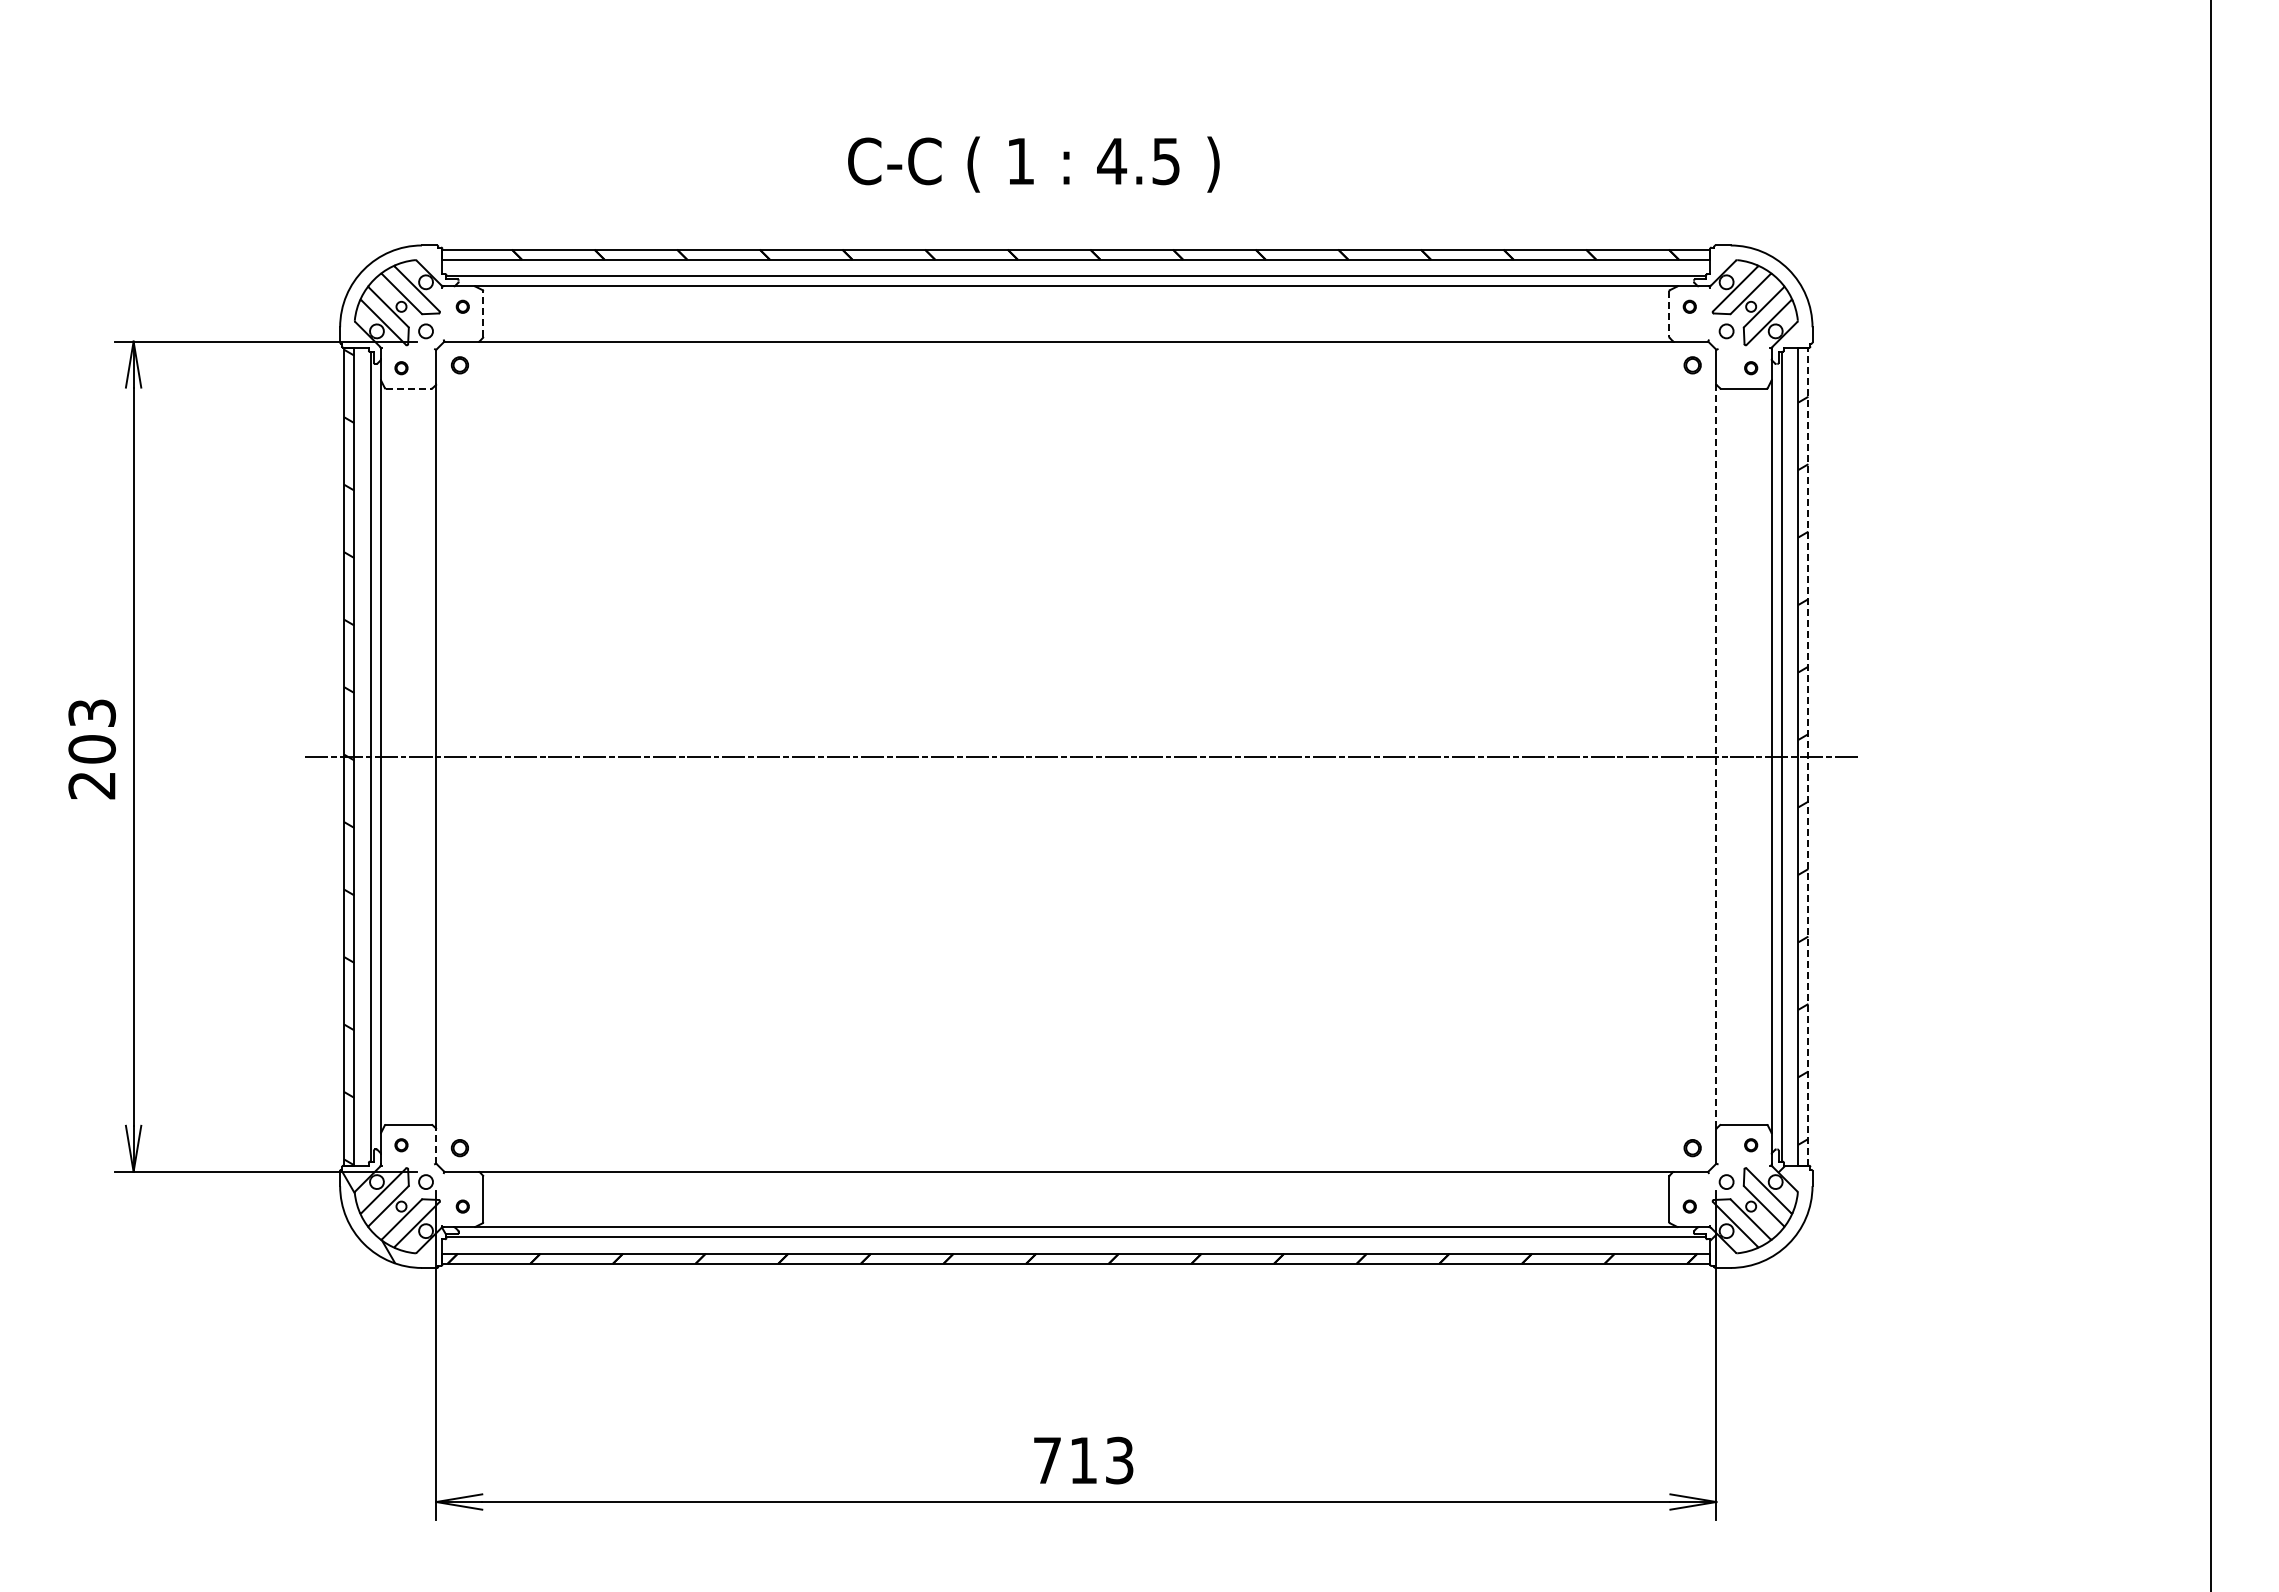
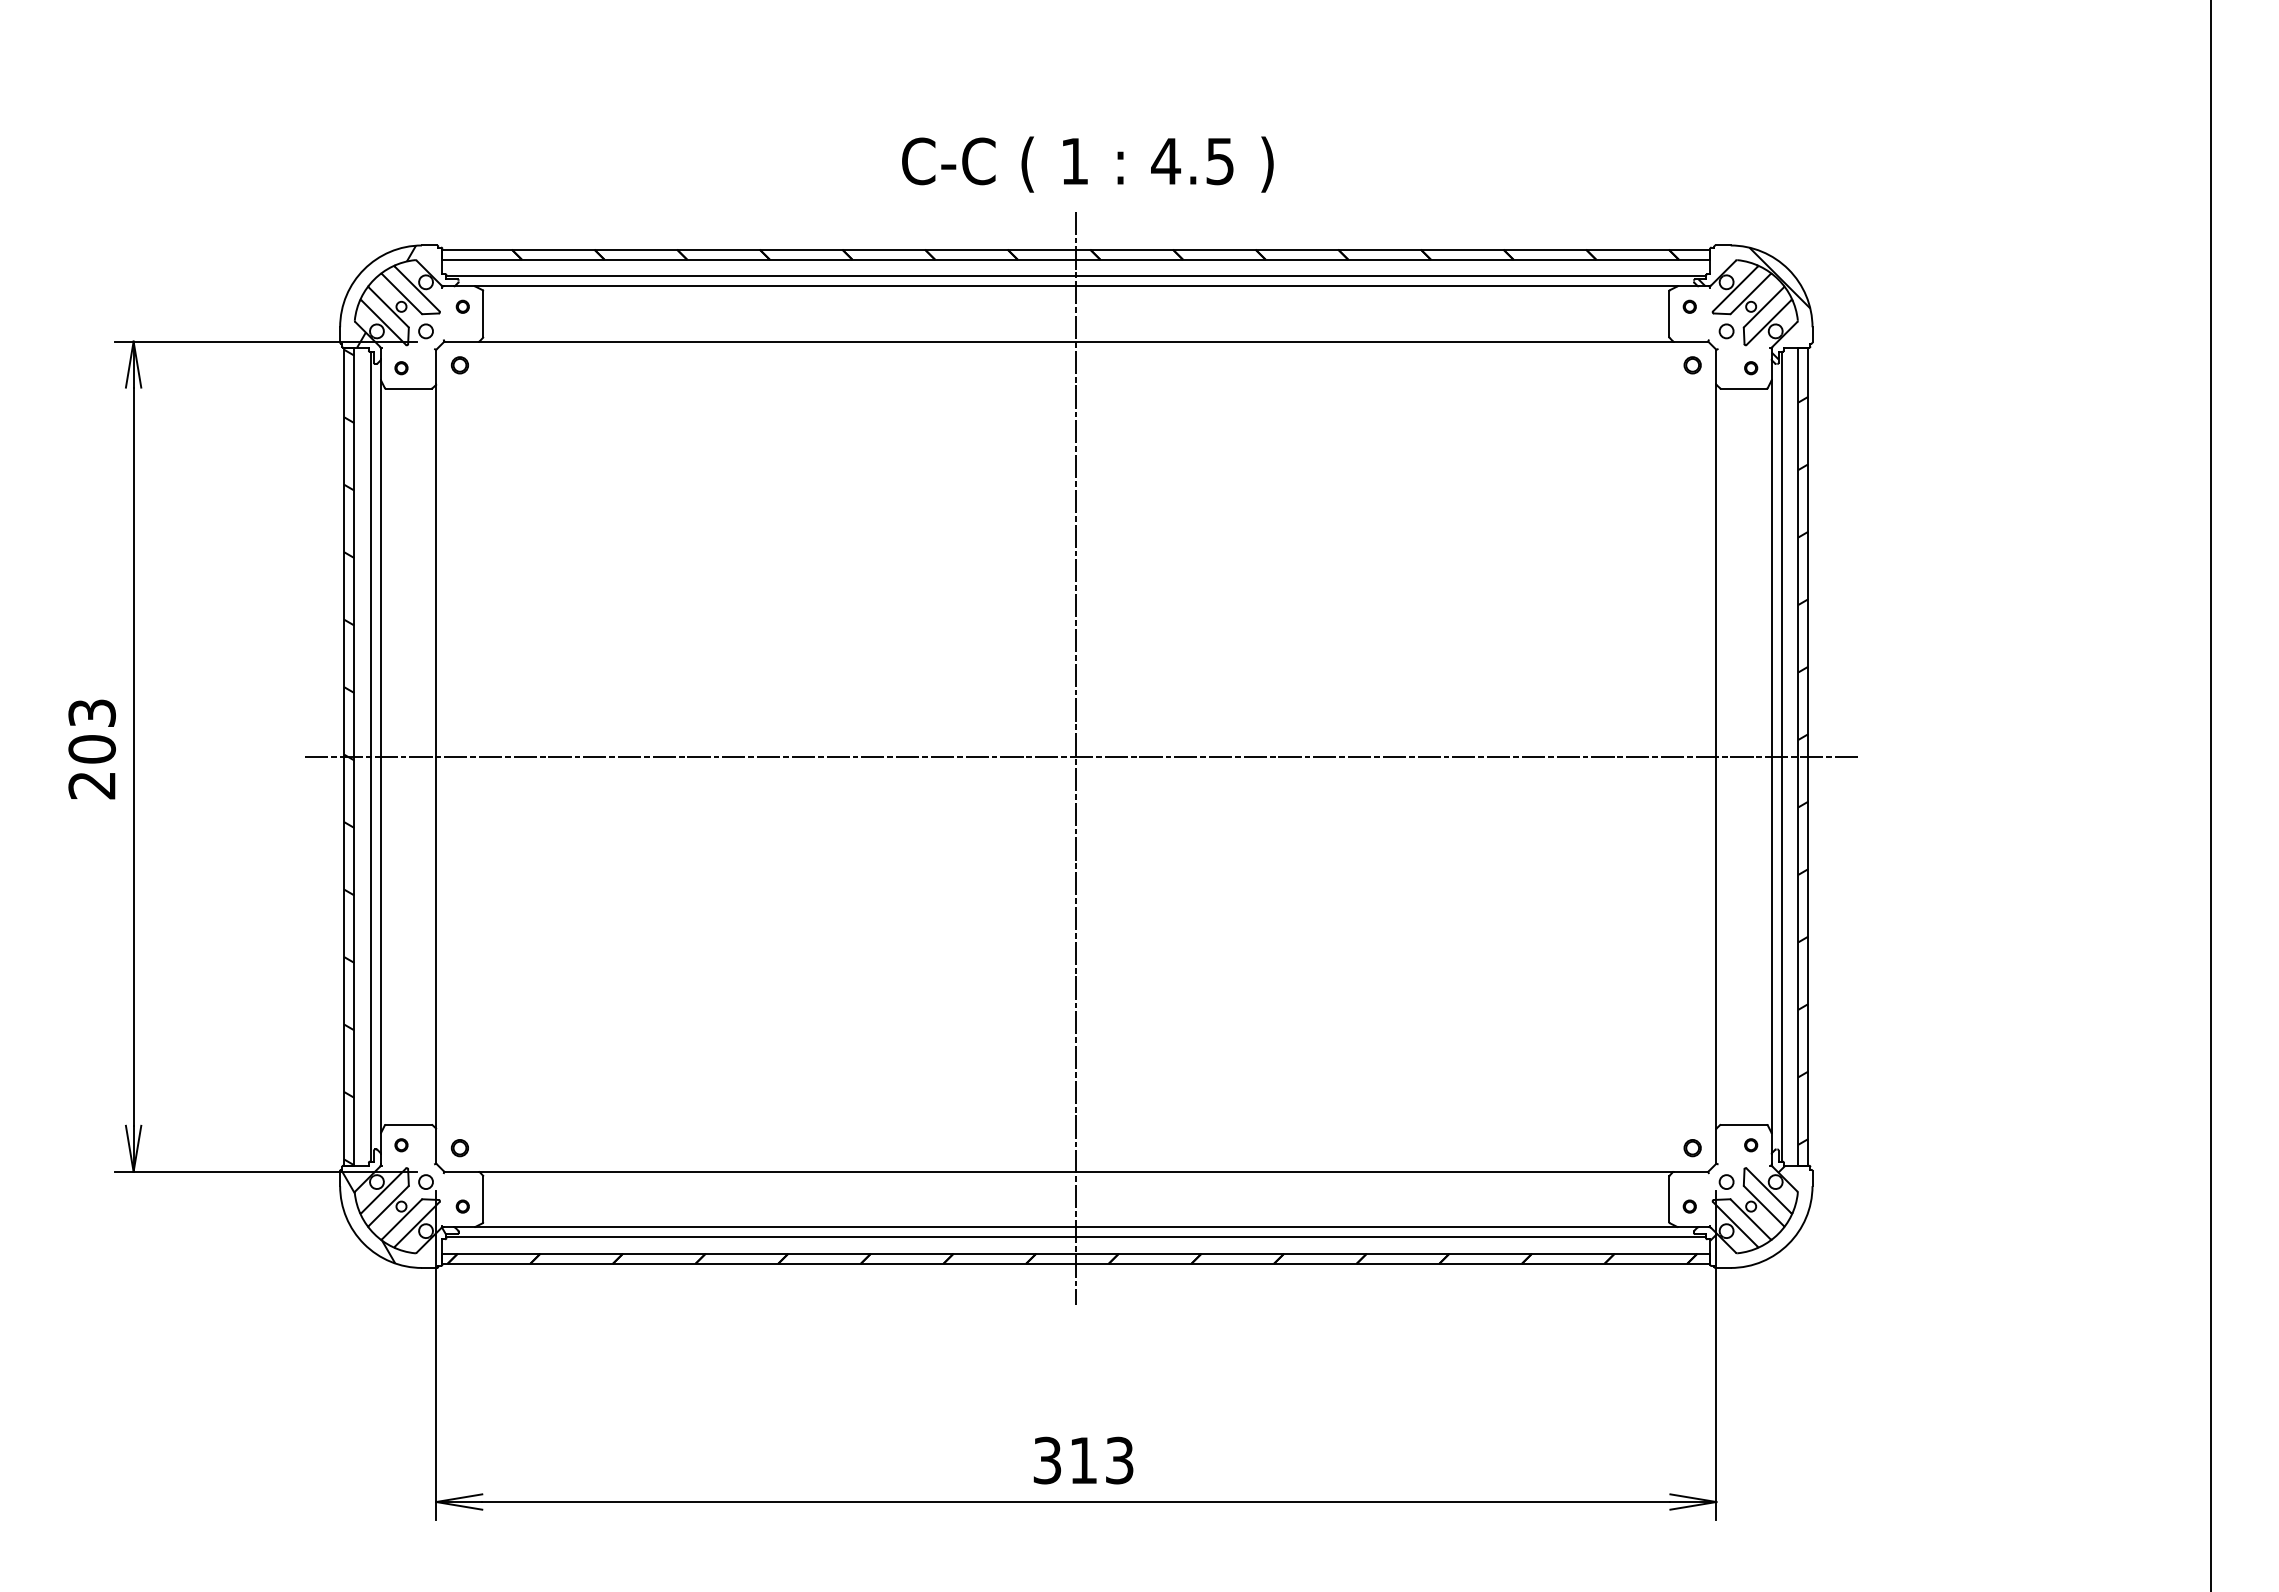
text at (1033, 164) position: (1033, 164) -> (1087, 164)
hatch at (386, 296): none -> present
hatch at (1754, 303): none -> present
line at (483, 314): dashed -> solid
line at (1669, 314): dashed -> solid
line at (408, 388): dashed -> solid
line at (1808, 756): dashed -> solid
line at (1076, 757): none -> present
line at (1716, 757): dashed -> solid
line at (436, 1145): dashed -> solid
text at (1047, 1460): 713 -> 313
